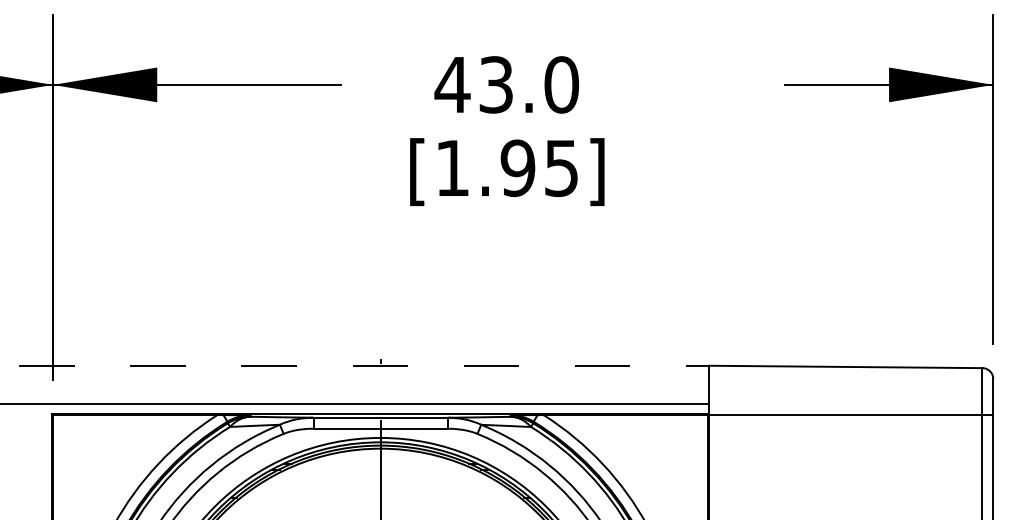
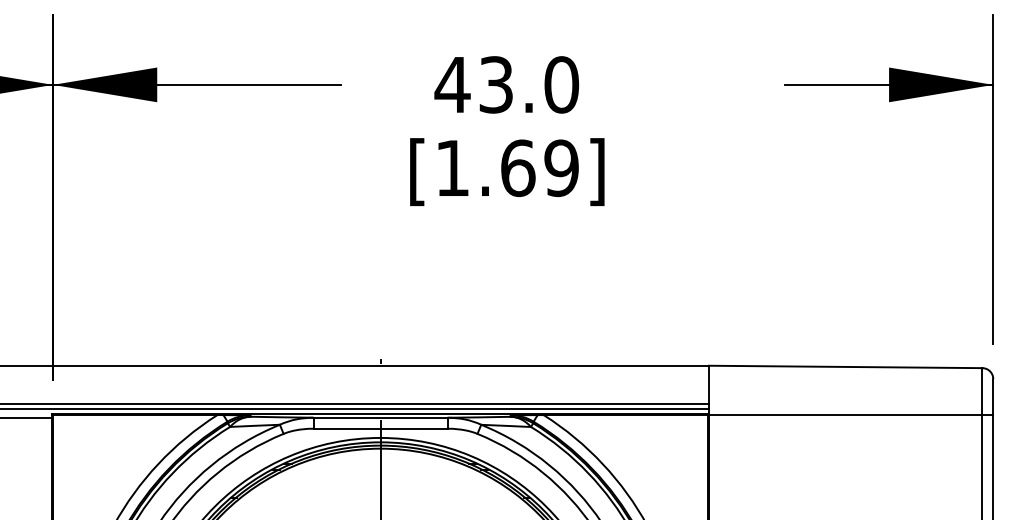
text at (539, 168): [1.95] -> [1.69]
line at (354, 365): dashed -> solid
line at (355, 409): none -> present
line at (27, 417): none -> present
